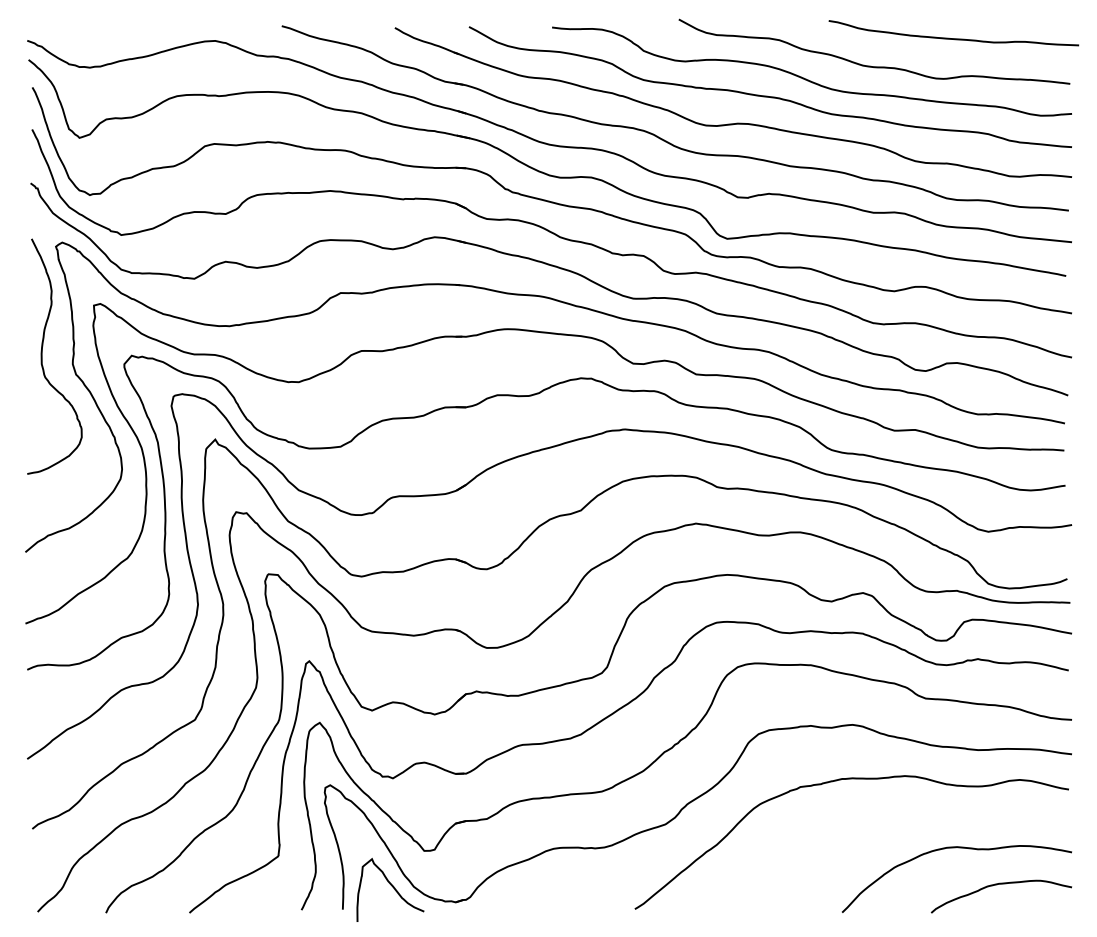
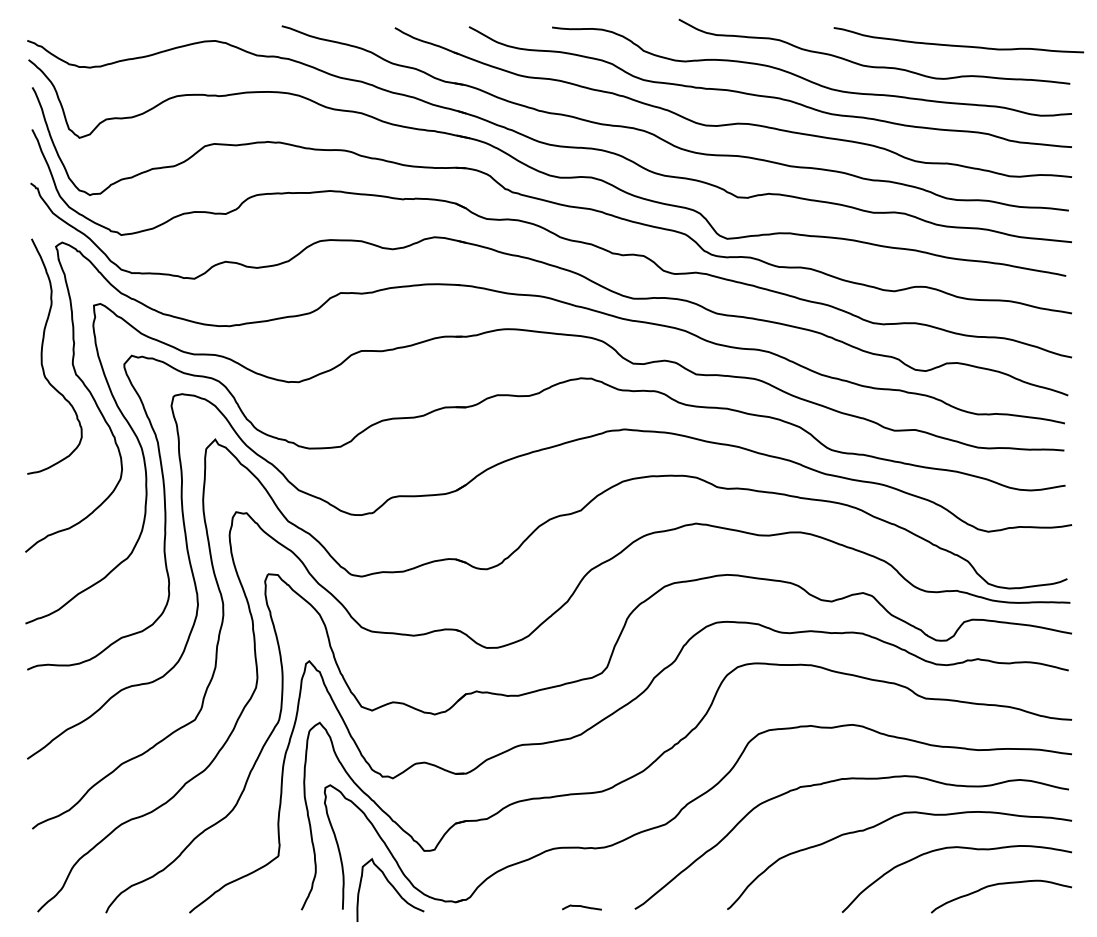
curve at (953, 38) position: (953, 38) -> (958, 45)
curve at (880, 824): none -> present
curve at (581, 907): none -> present
